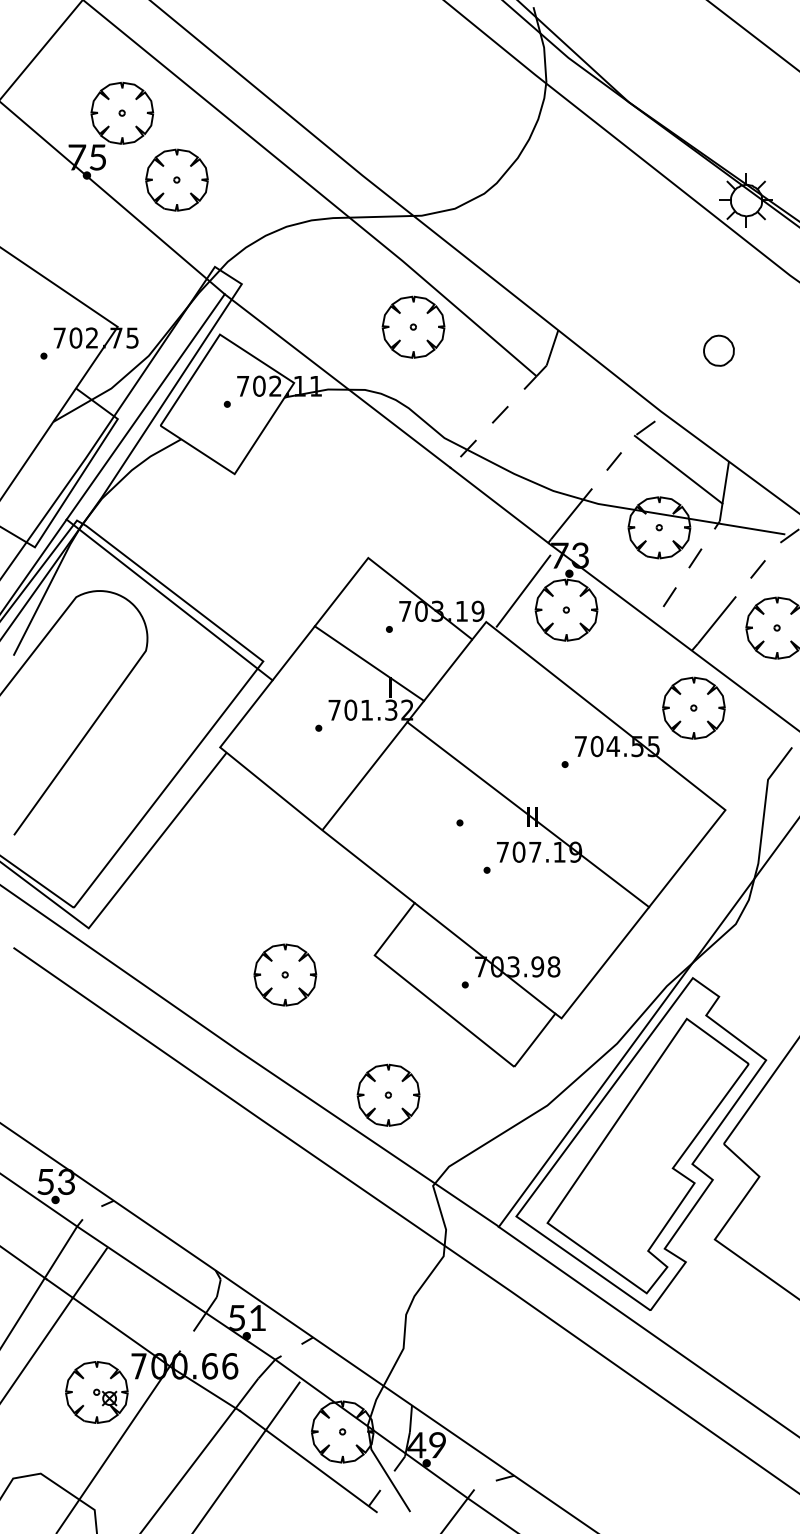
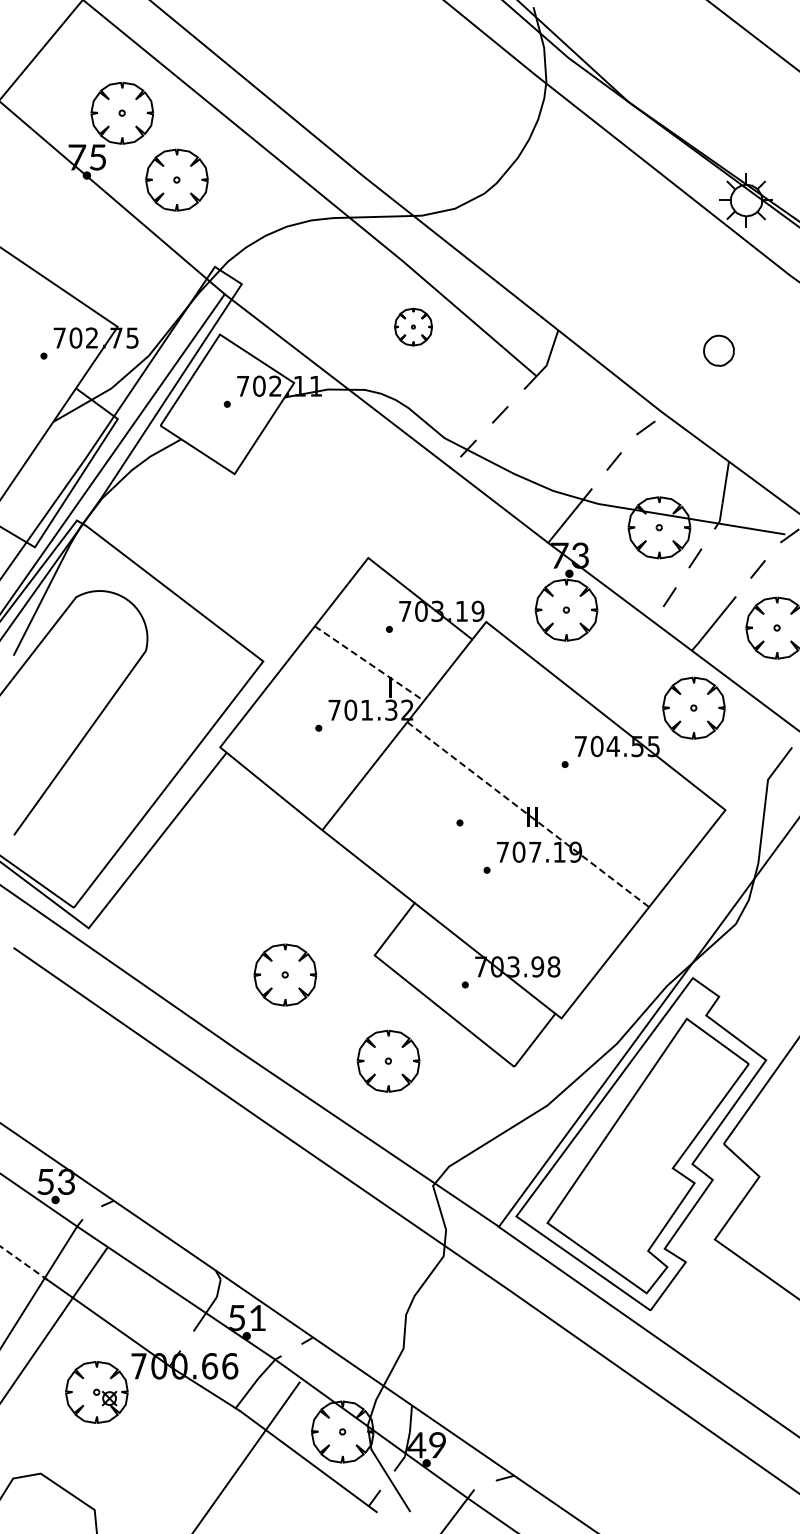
part at (413, 326) size: 65x64 px -> 39x40 px
line at (678, 469): present -> none
line at (523, 590): present -> none
line at (169, 599): present -> none
line at (369, 663): solid -> dashed
line at (528, 814): solid -> dashed
part at (388, 1094) position: (388, 1094) -> (388, 1060)
line at (22, 1262): solid -> dashed
line at (113, 1448): present -> none
line at (188, 1469): present -> none
